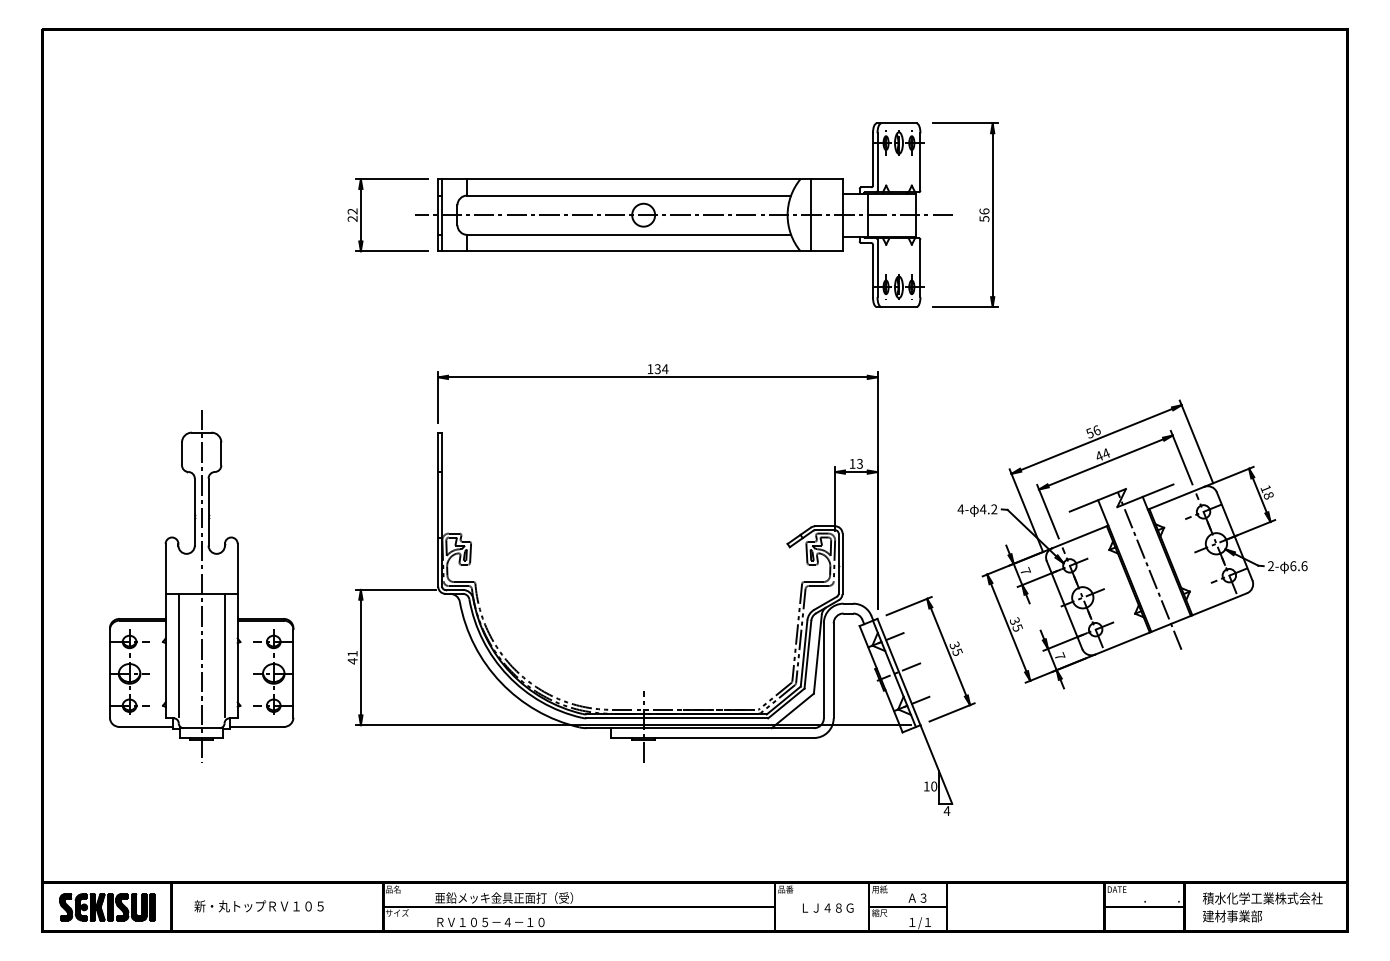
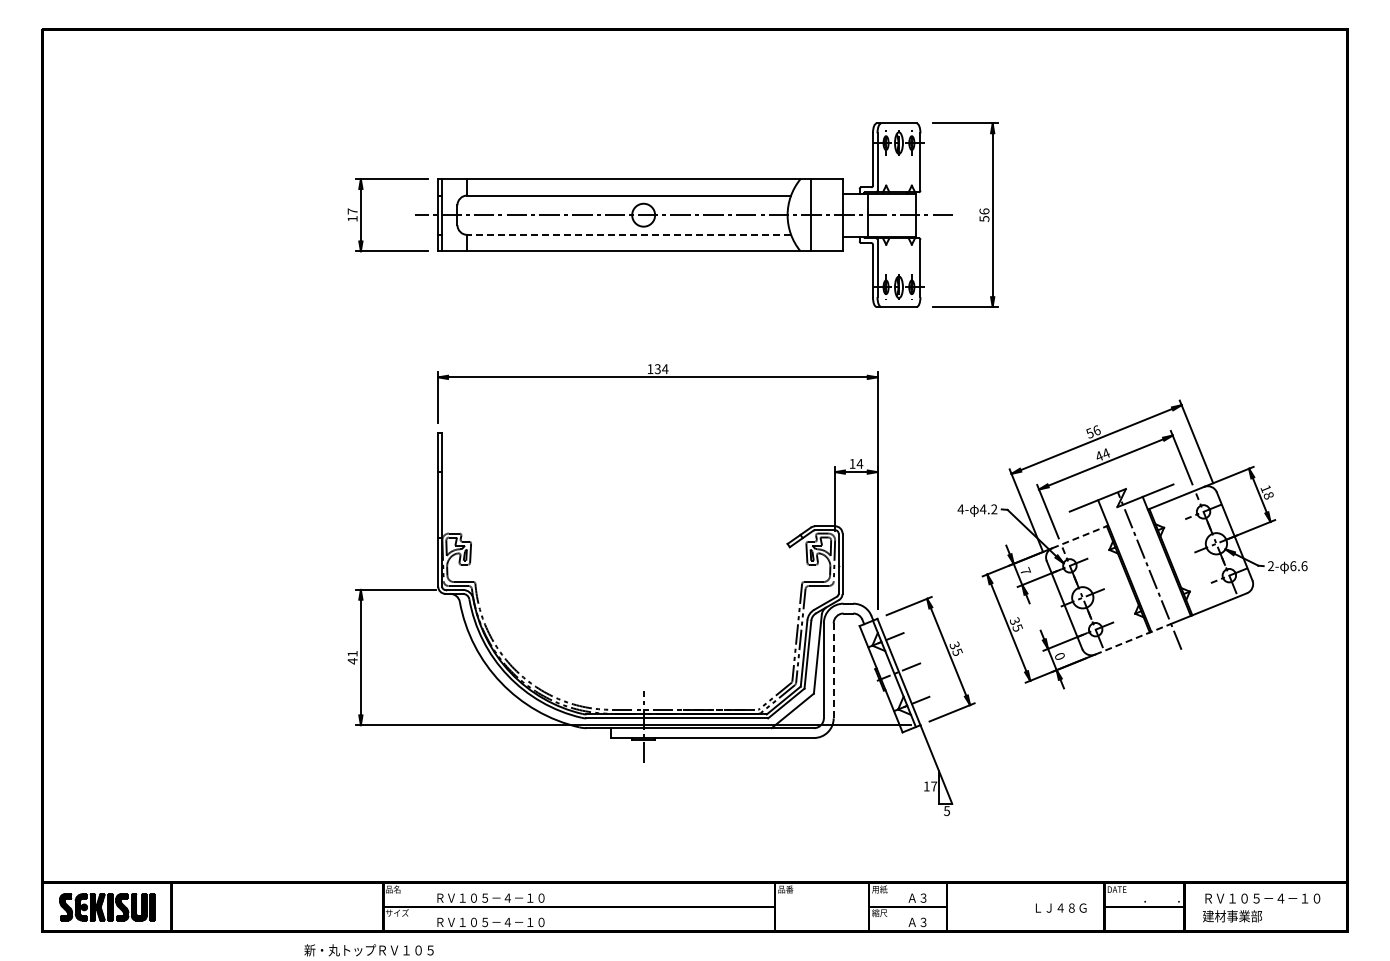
text at (352, 214): 22 -> 17
line at (629, 234): solid -> dashed
text at (859, 463): 13 -> 14
line at (1080, 536): solid -> dashed
part at (201, 586): present -> none
line at (1133, 639): solid -> dashed
text at (1060, 655): 7 -> 0
line at (833, 670): solid -> dashed
text at (934, 786): 10 -> 17
text at (946, 811): 4 -> 5
text at (504, 897): 亜鉛メッキ金具正面打（受） -> ＲＶ１０５－４－１０
text at (1262, 898): 積水化学工業株式会社 -> ＲＶ１０５－４－１０
text at (258, 906) position: (258, 906) -> (368, 950)
text at (828, 907) position: (828, 907) -> (1061, 907)
text at (919, 923): １/１ -> Ａ３
